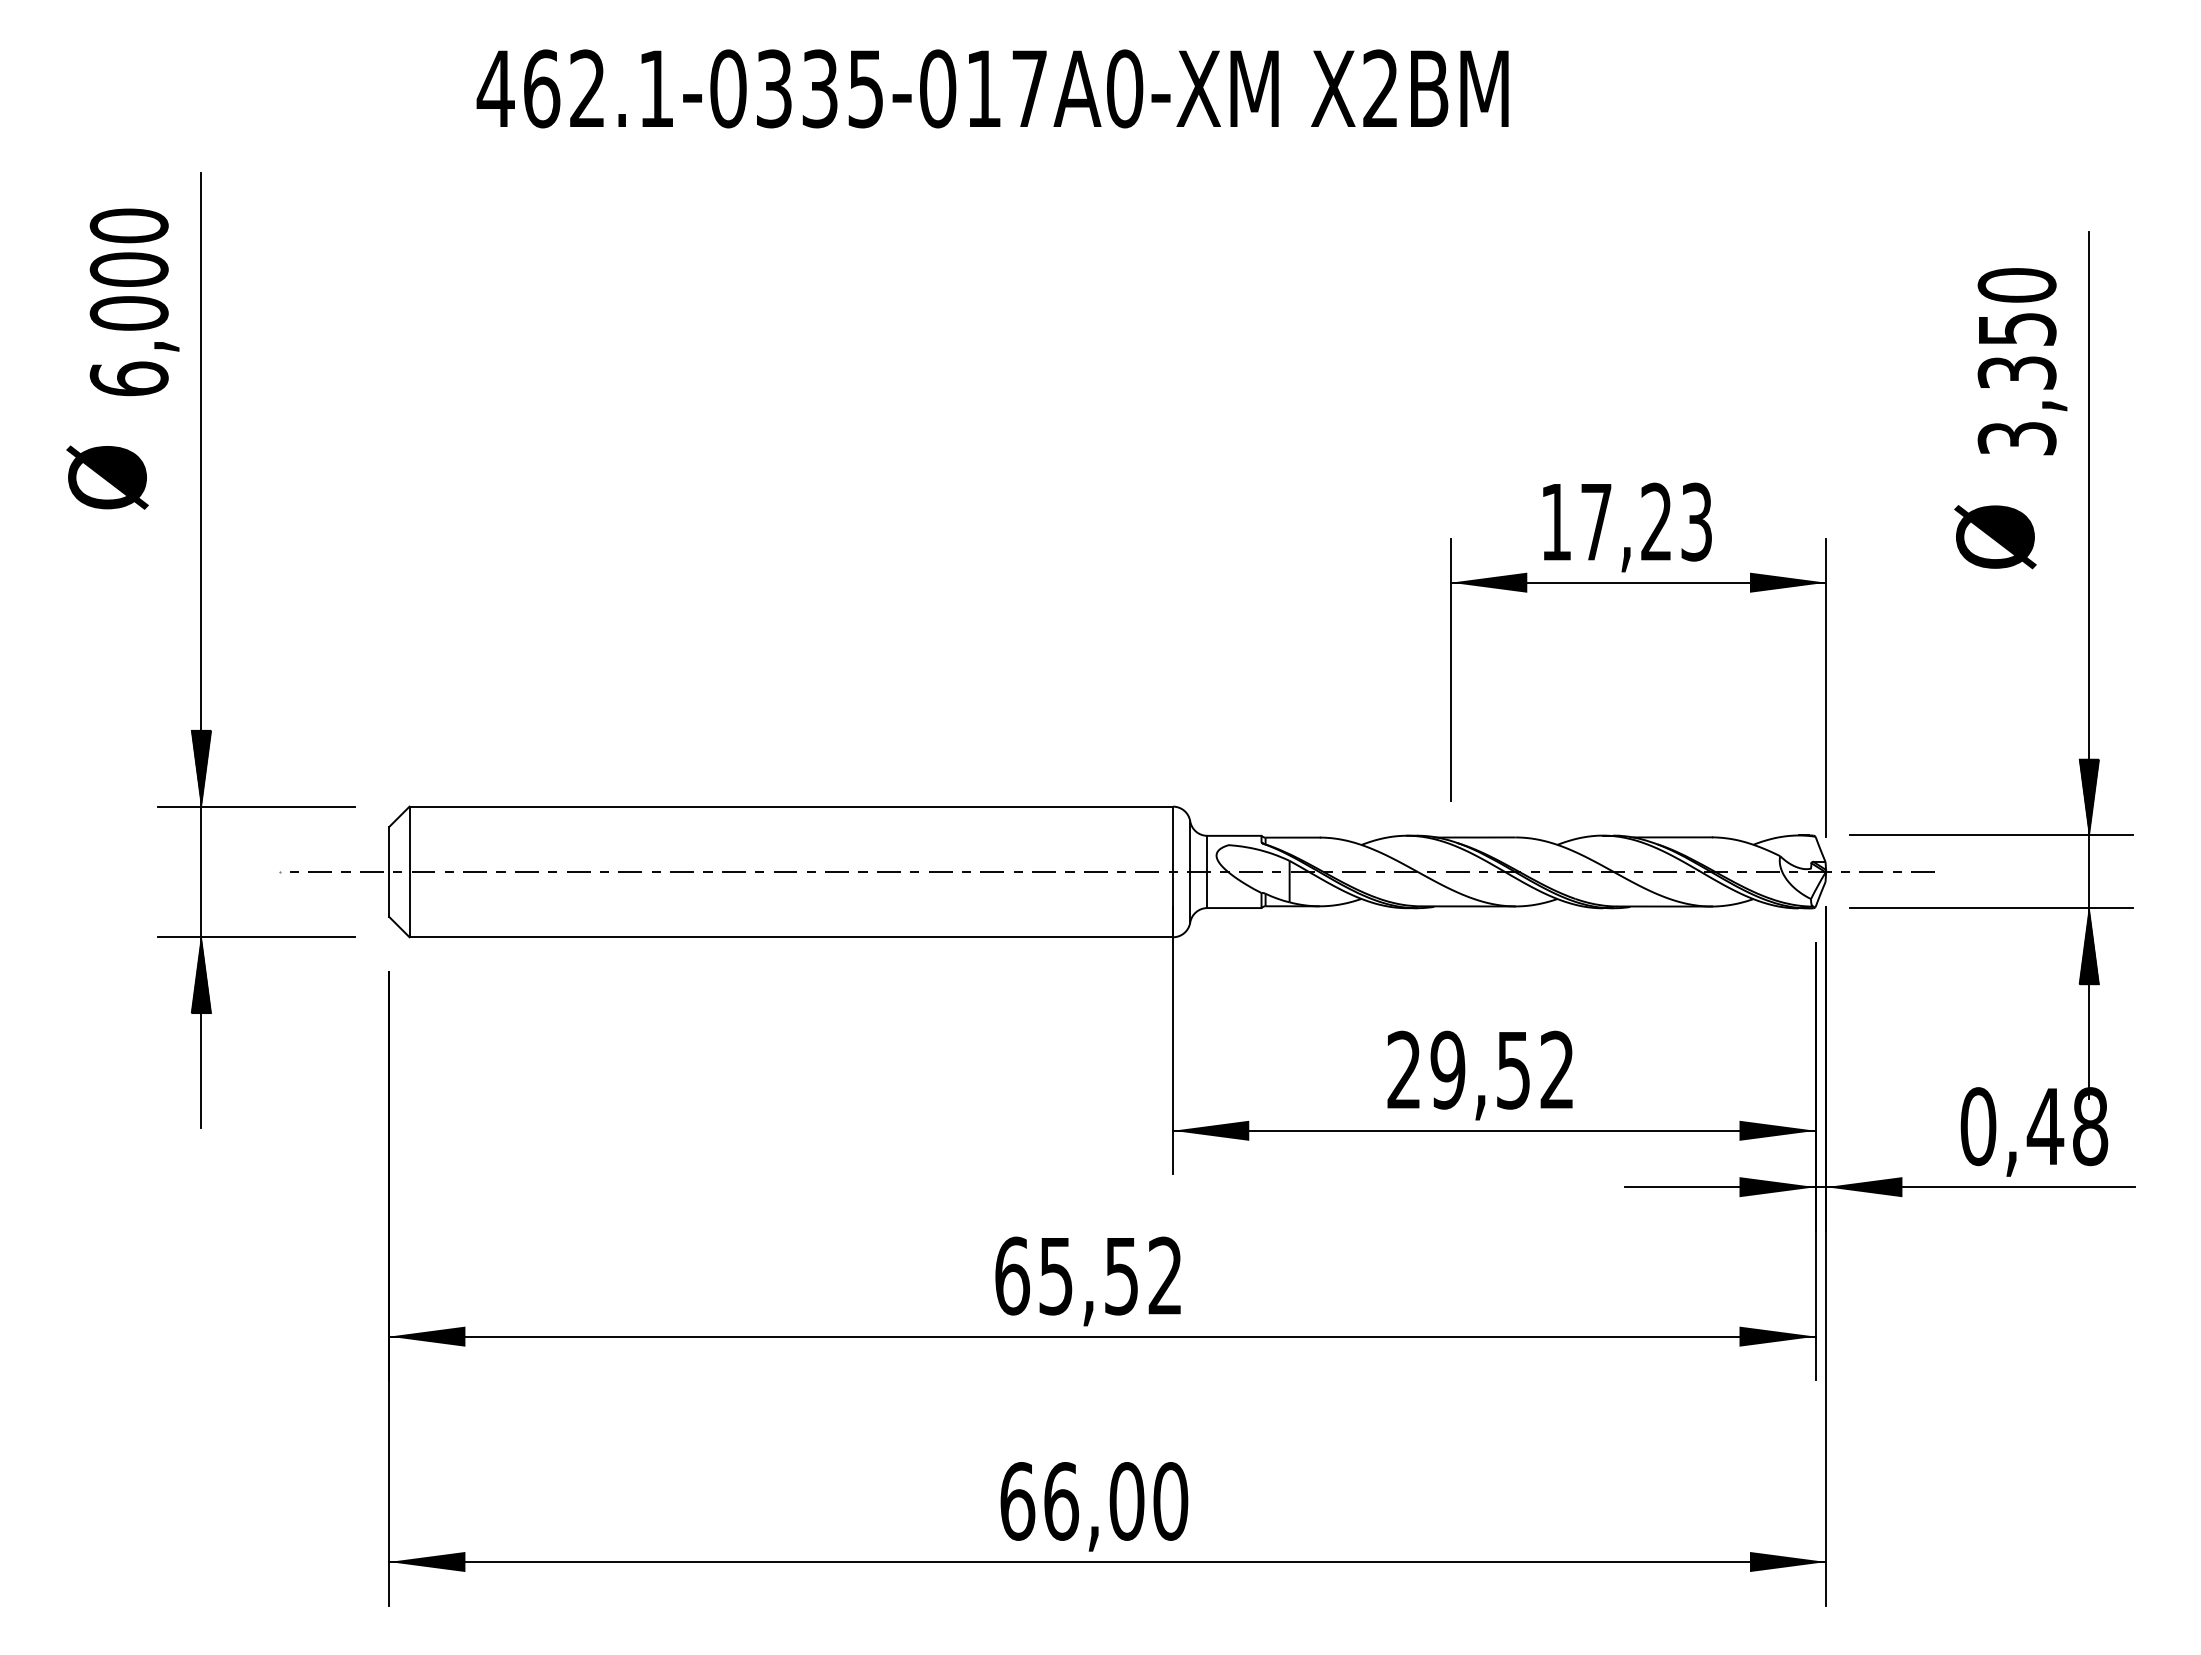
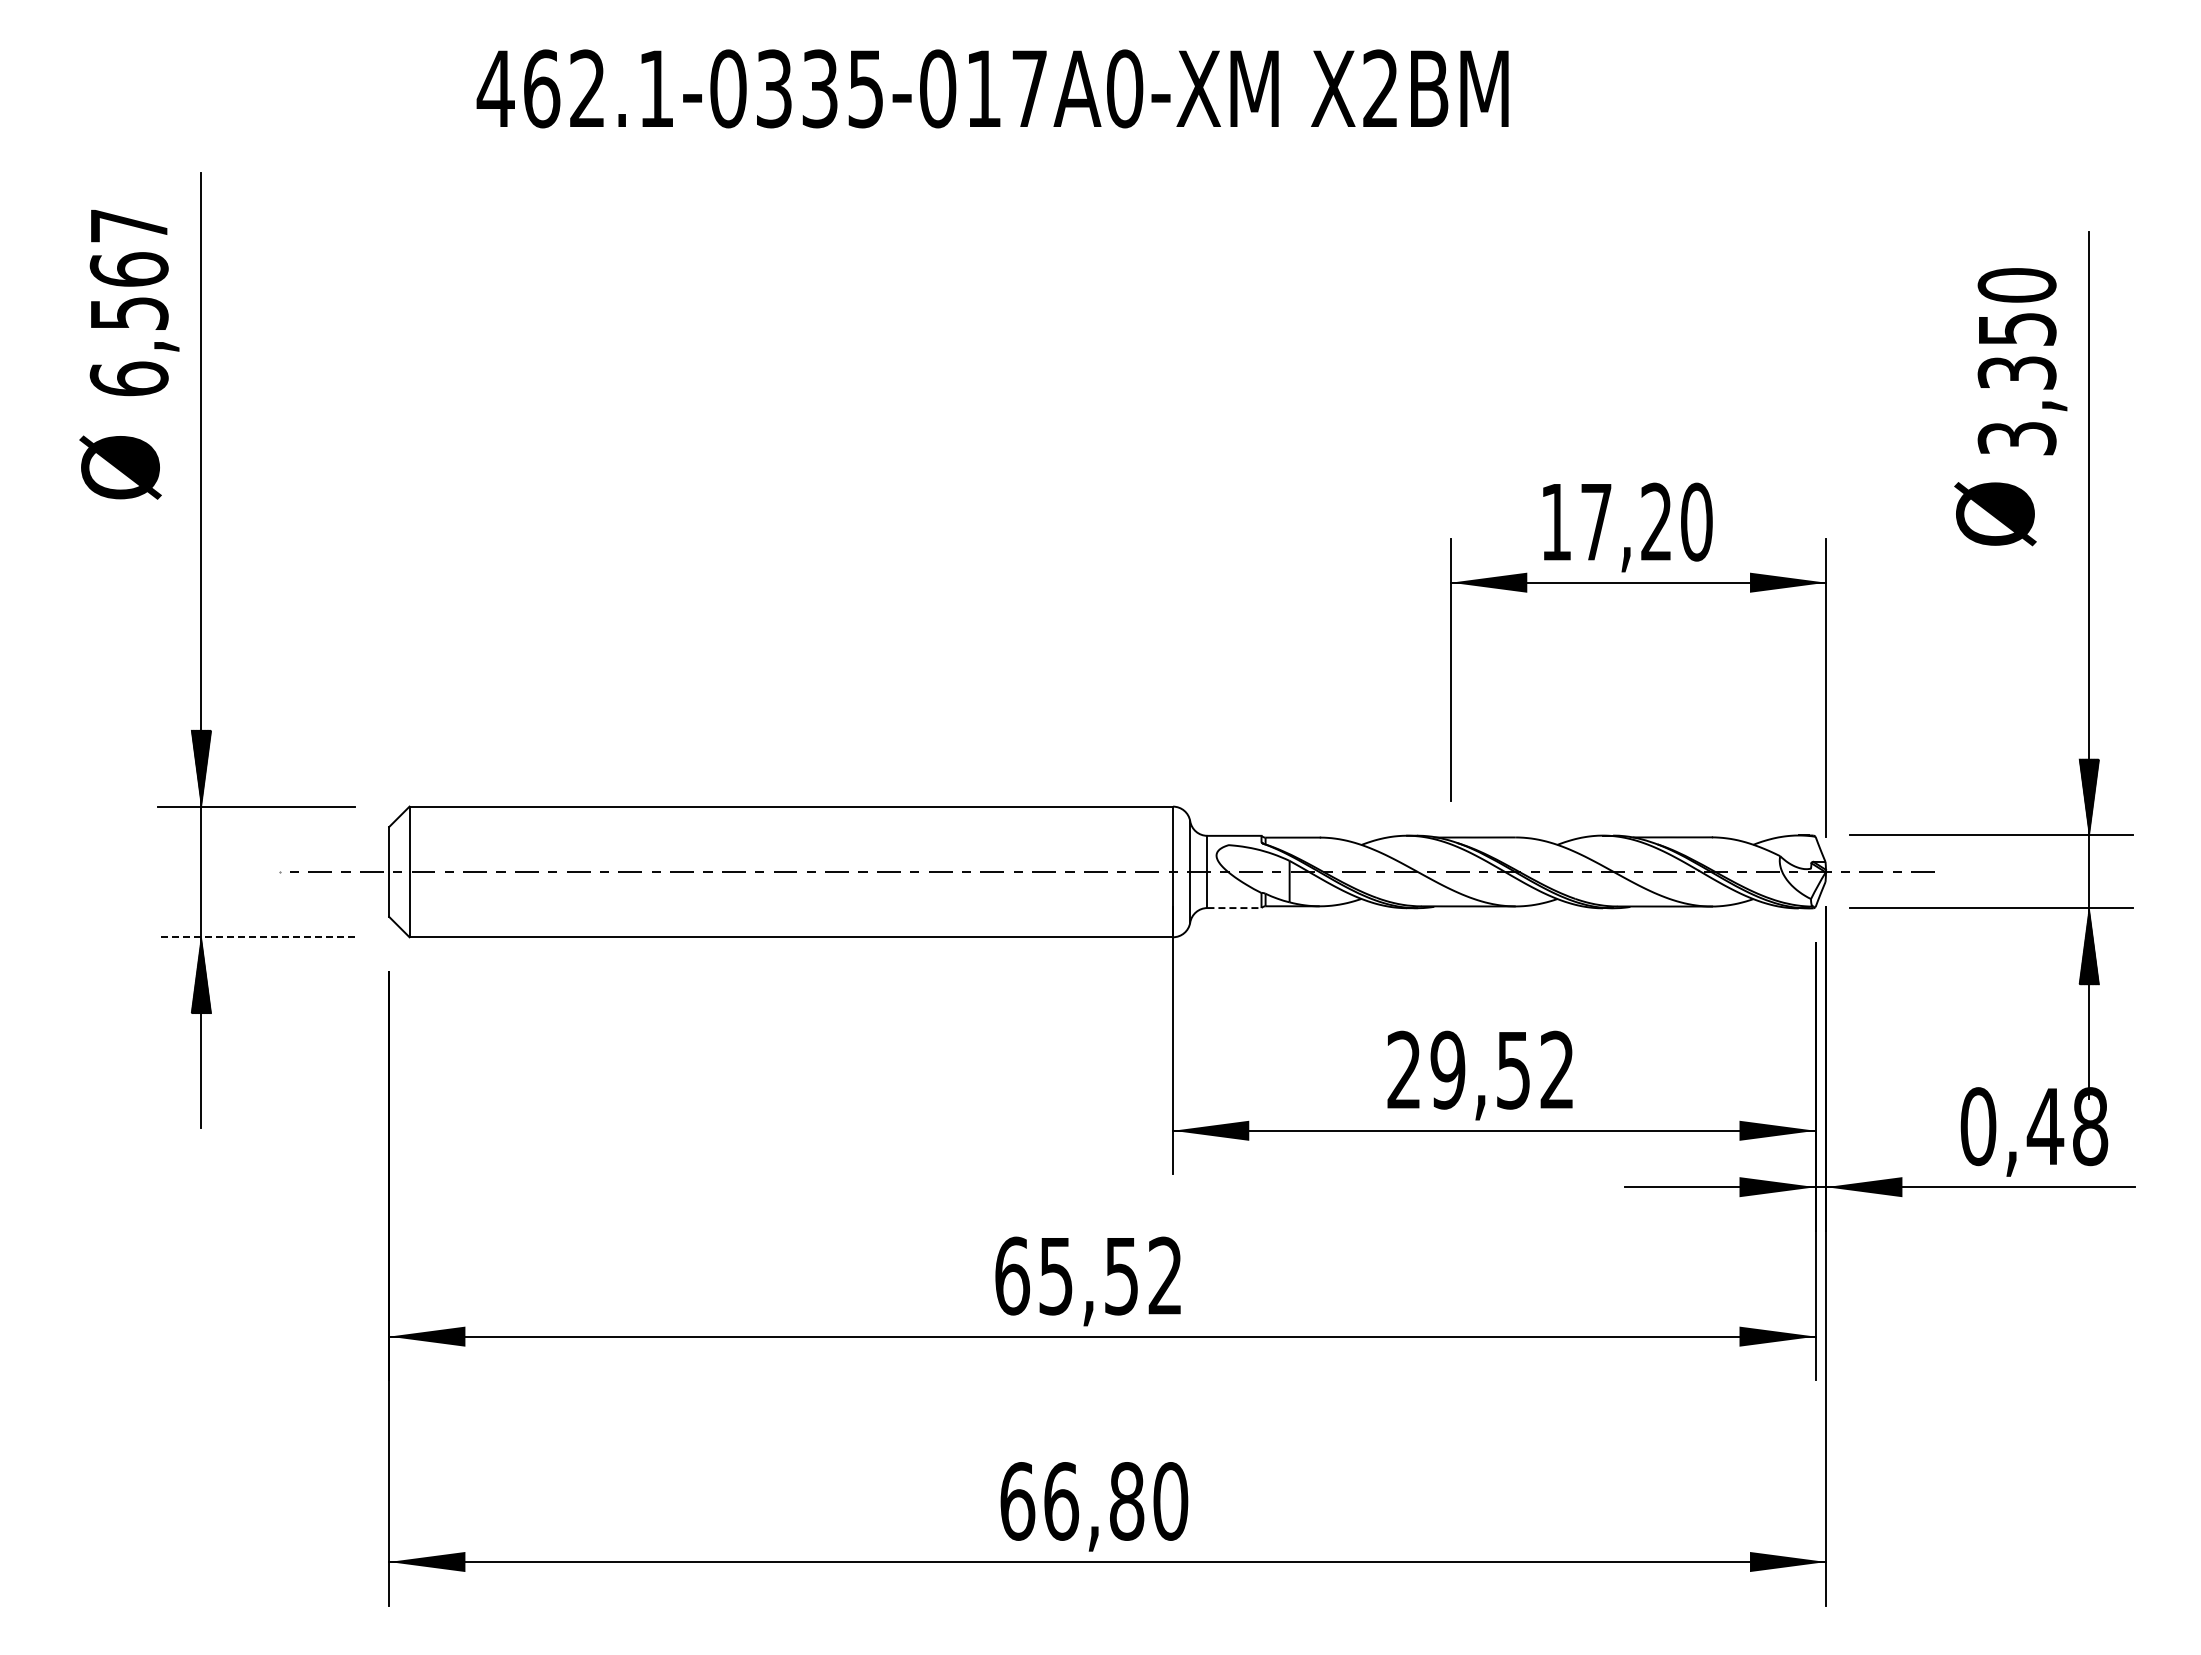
text at (128, 269): 6,000 -> 6,567
text at (107, 477) position: (107, 477) -> (120, 467)
text at (1696, 521): 17,23 -> 17,20
text at (1995, 537) position: (1995, 537) -> (1995, 514)
line at (1234, 908): solid -> dashed
line at (255, 937): solid -> dashed
text at (1126, 1501): 66,00 -> 66,80
